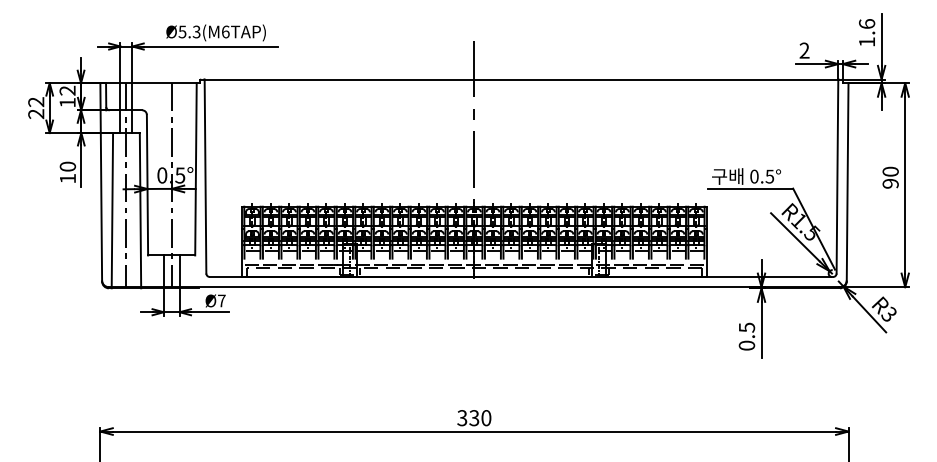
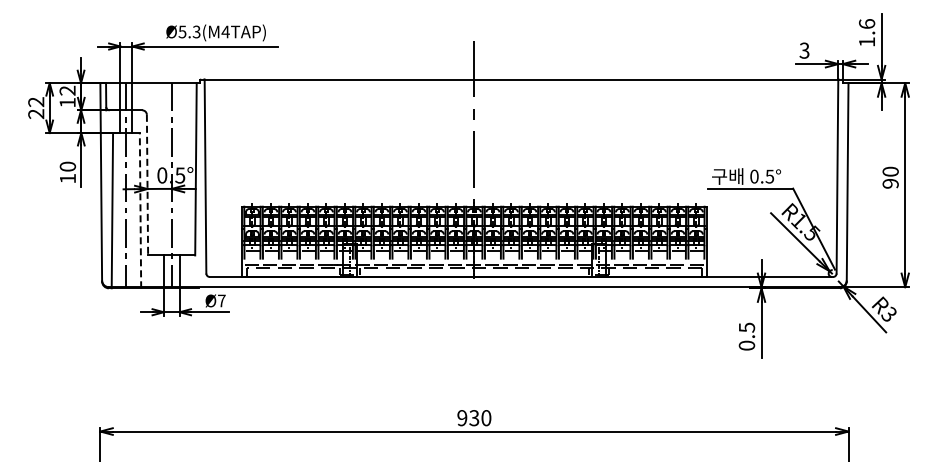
text at (225, 31): Ø5.3(M6TAP) -> Ø5.3(M4TAP)
text at (804, 50): 2 -> 3
line at (147, 185): solid -> dashed
line at (140, 210): solid -> dashed
text at (462, 418): 330 -> 930
